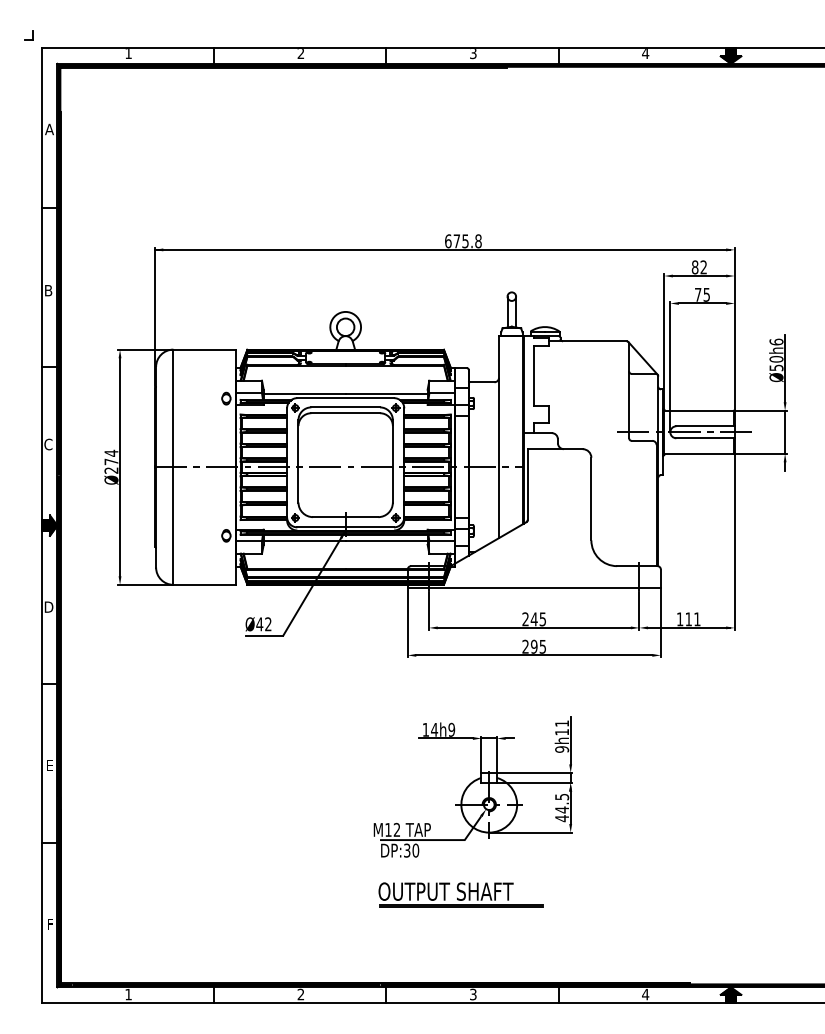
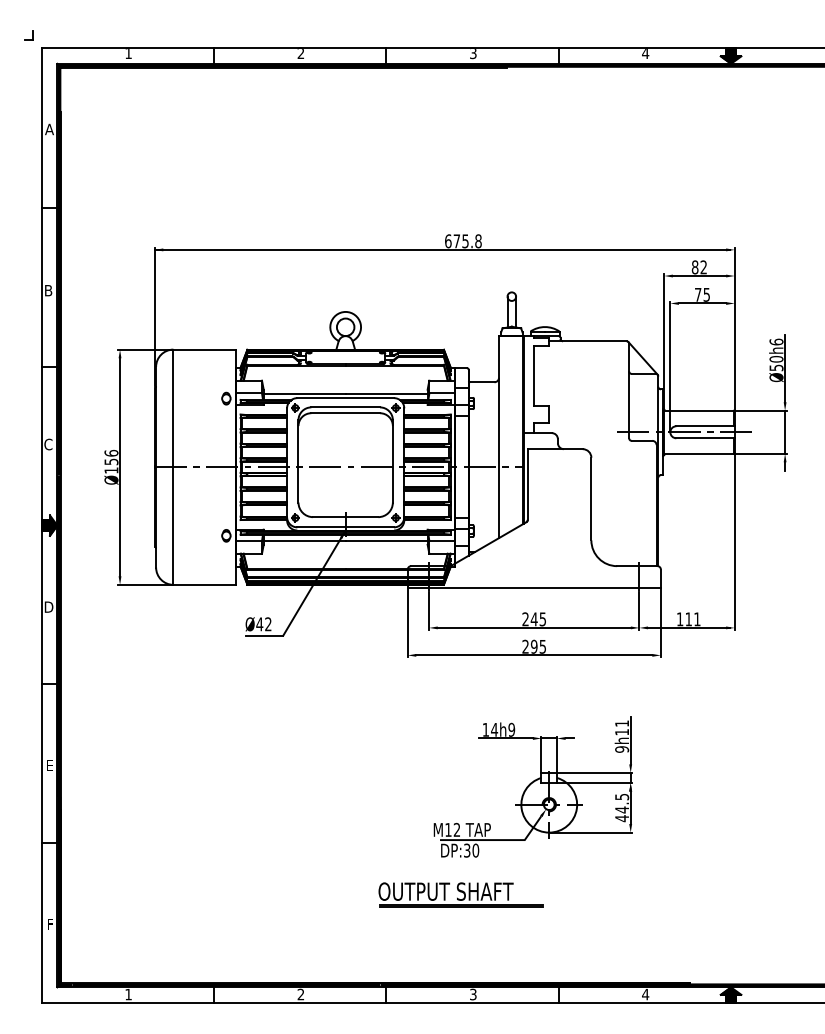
text at (111, 461): Ø274 -> Ø156
part at (472, 786) position: (472, 786) -> (532, 786)
